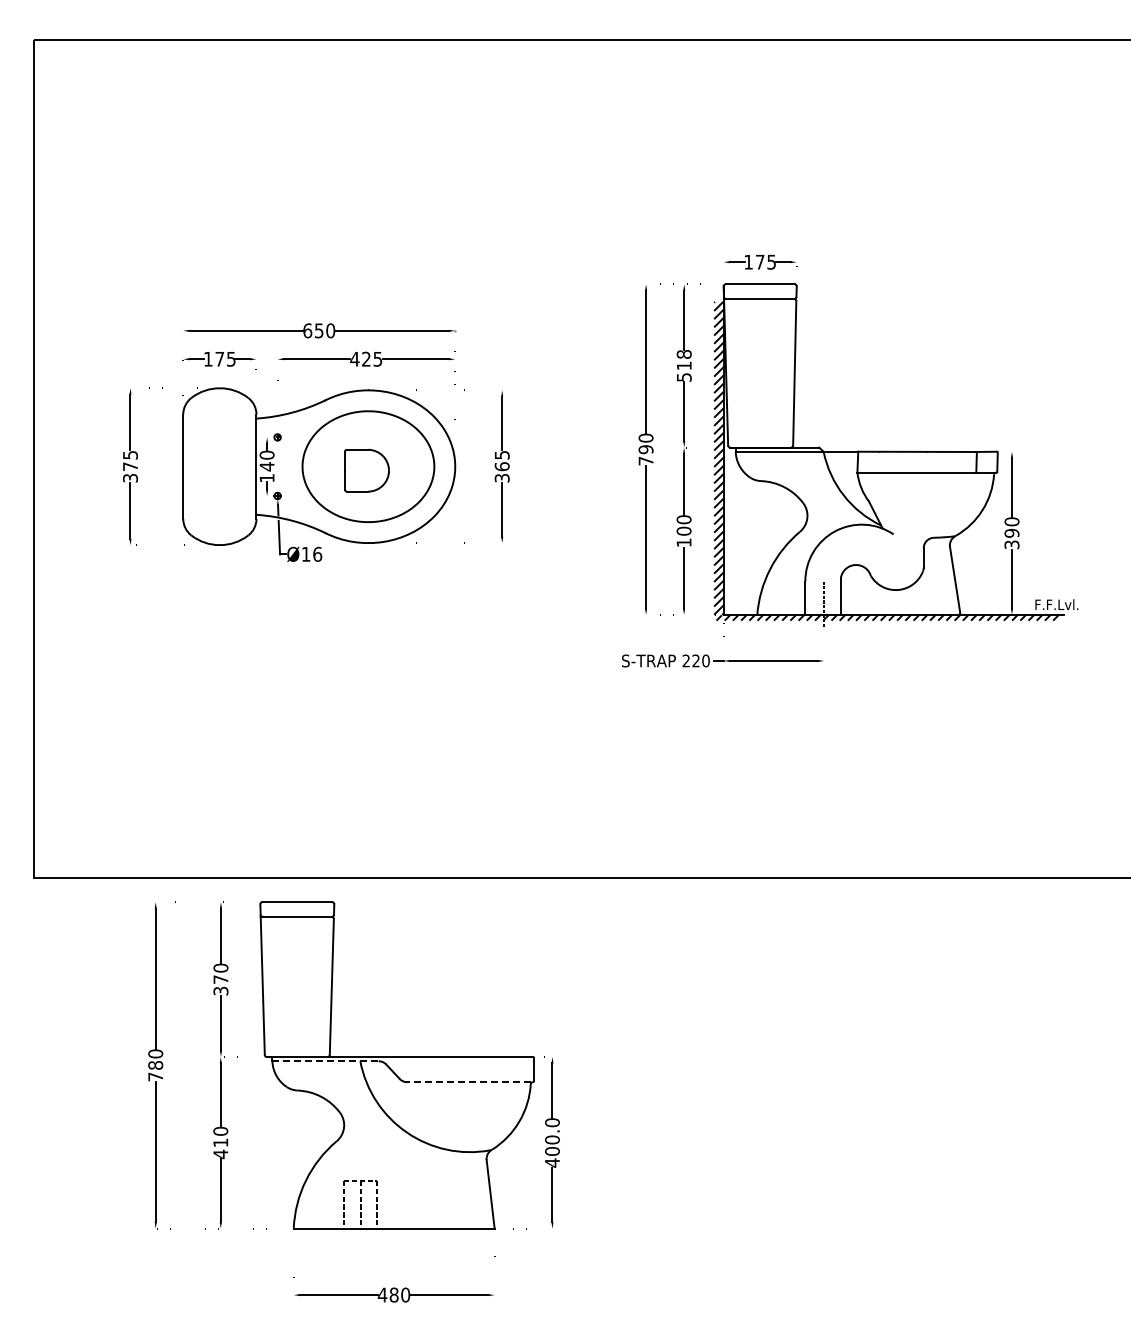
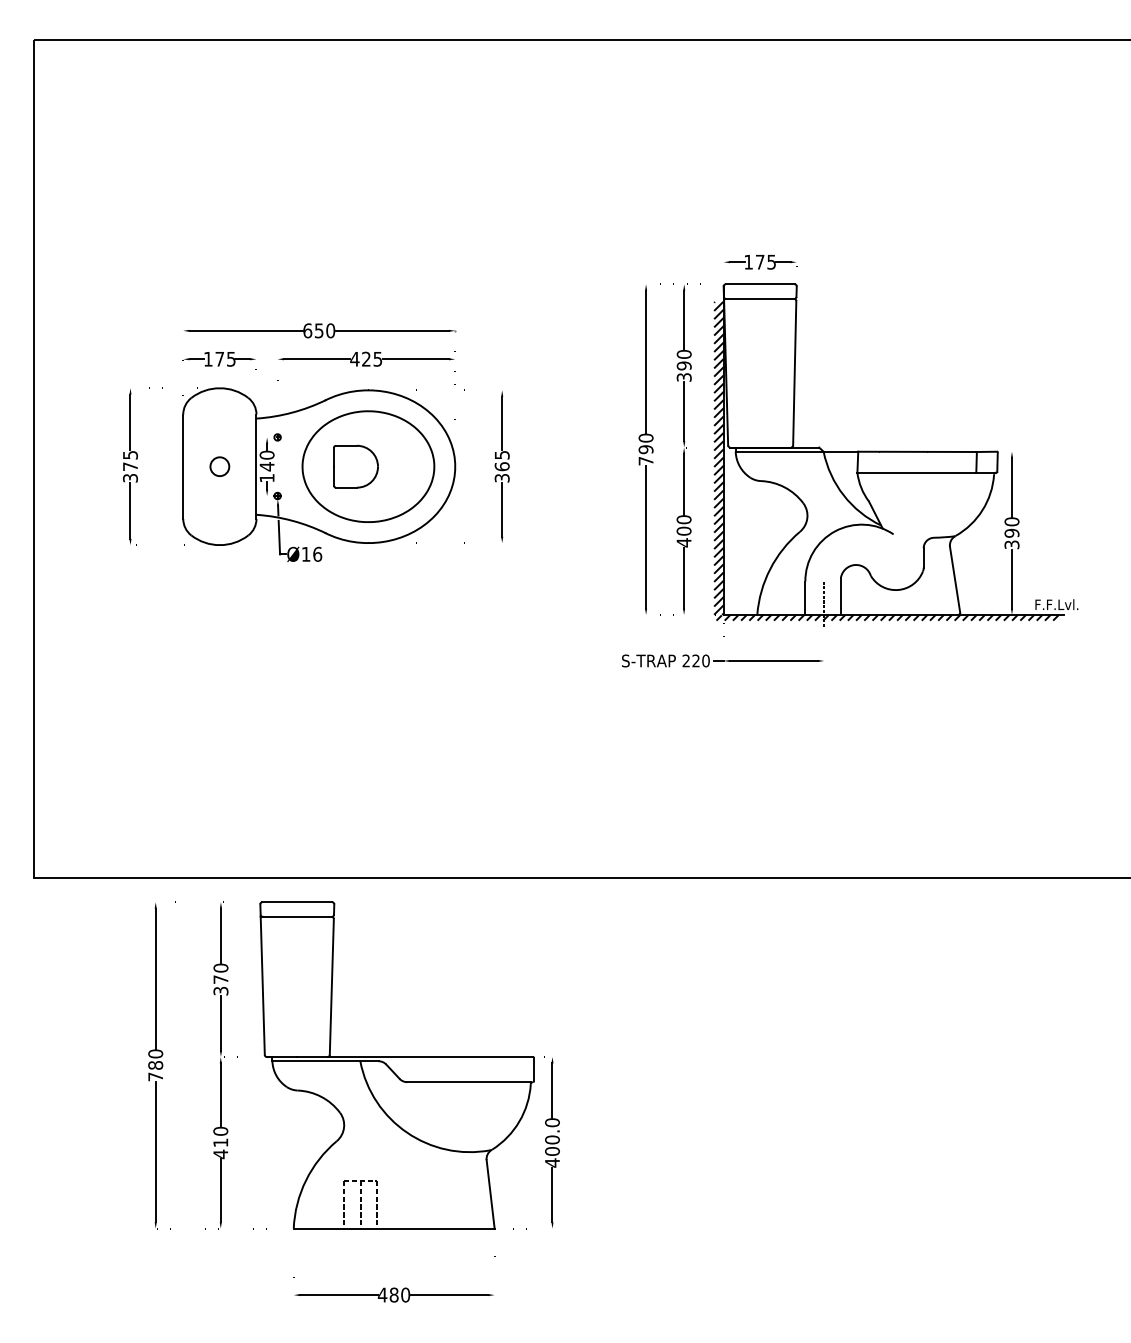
text at (683, 365): 518 -> 390
circle at (219, 466): none -> present
part at (366, 470) position: (366, 470) -> (355, 466)
text at (683, 542): 100 -> 400
line at (326, 1061): dashed -> solid
line at (469, 1082): dashed -> solid
